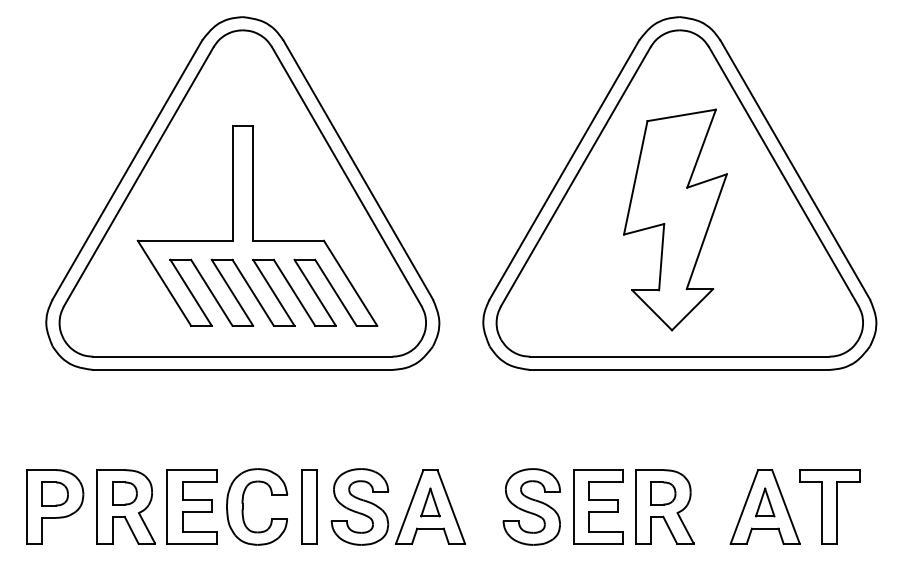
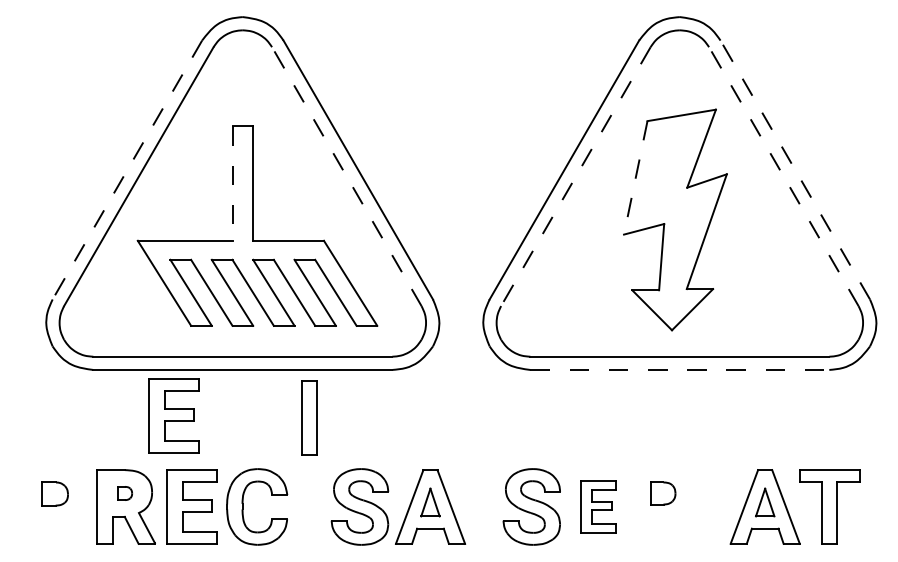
line at (795, 169): solid -> dashed
line at (127, 170): solid -> dashed
line at (346, 176): solid -> dashed
line at (783, 176): solid -> dashed
line at (575, 177): solid -> dashed
line at (635, 177): solid -> dashed
line at (232, 184): solid -> dashed
line at (680, 369): solid -> dashed
part at (173, 415): none -> present
part at (124, 493) size: 26x25 px -> 16x15 px
part at (55, 506): present -> none
part at (309, 506) position: (309, 506) -> (309, 417)
part at (598, 506) size: 51x76 px -> 37x54 px
part at (664, 506): present -> none
